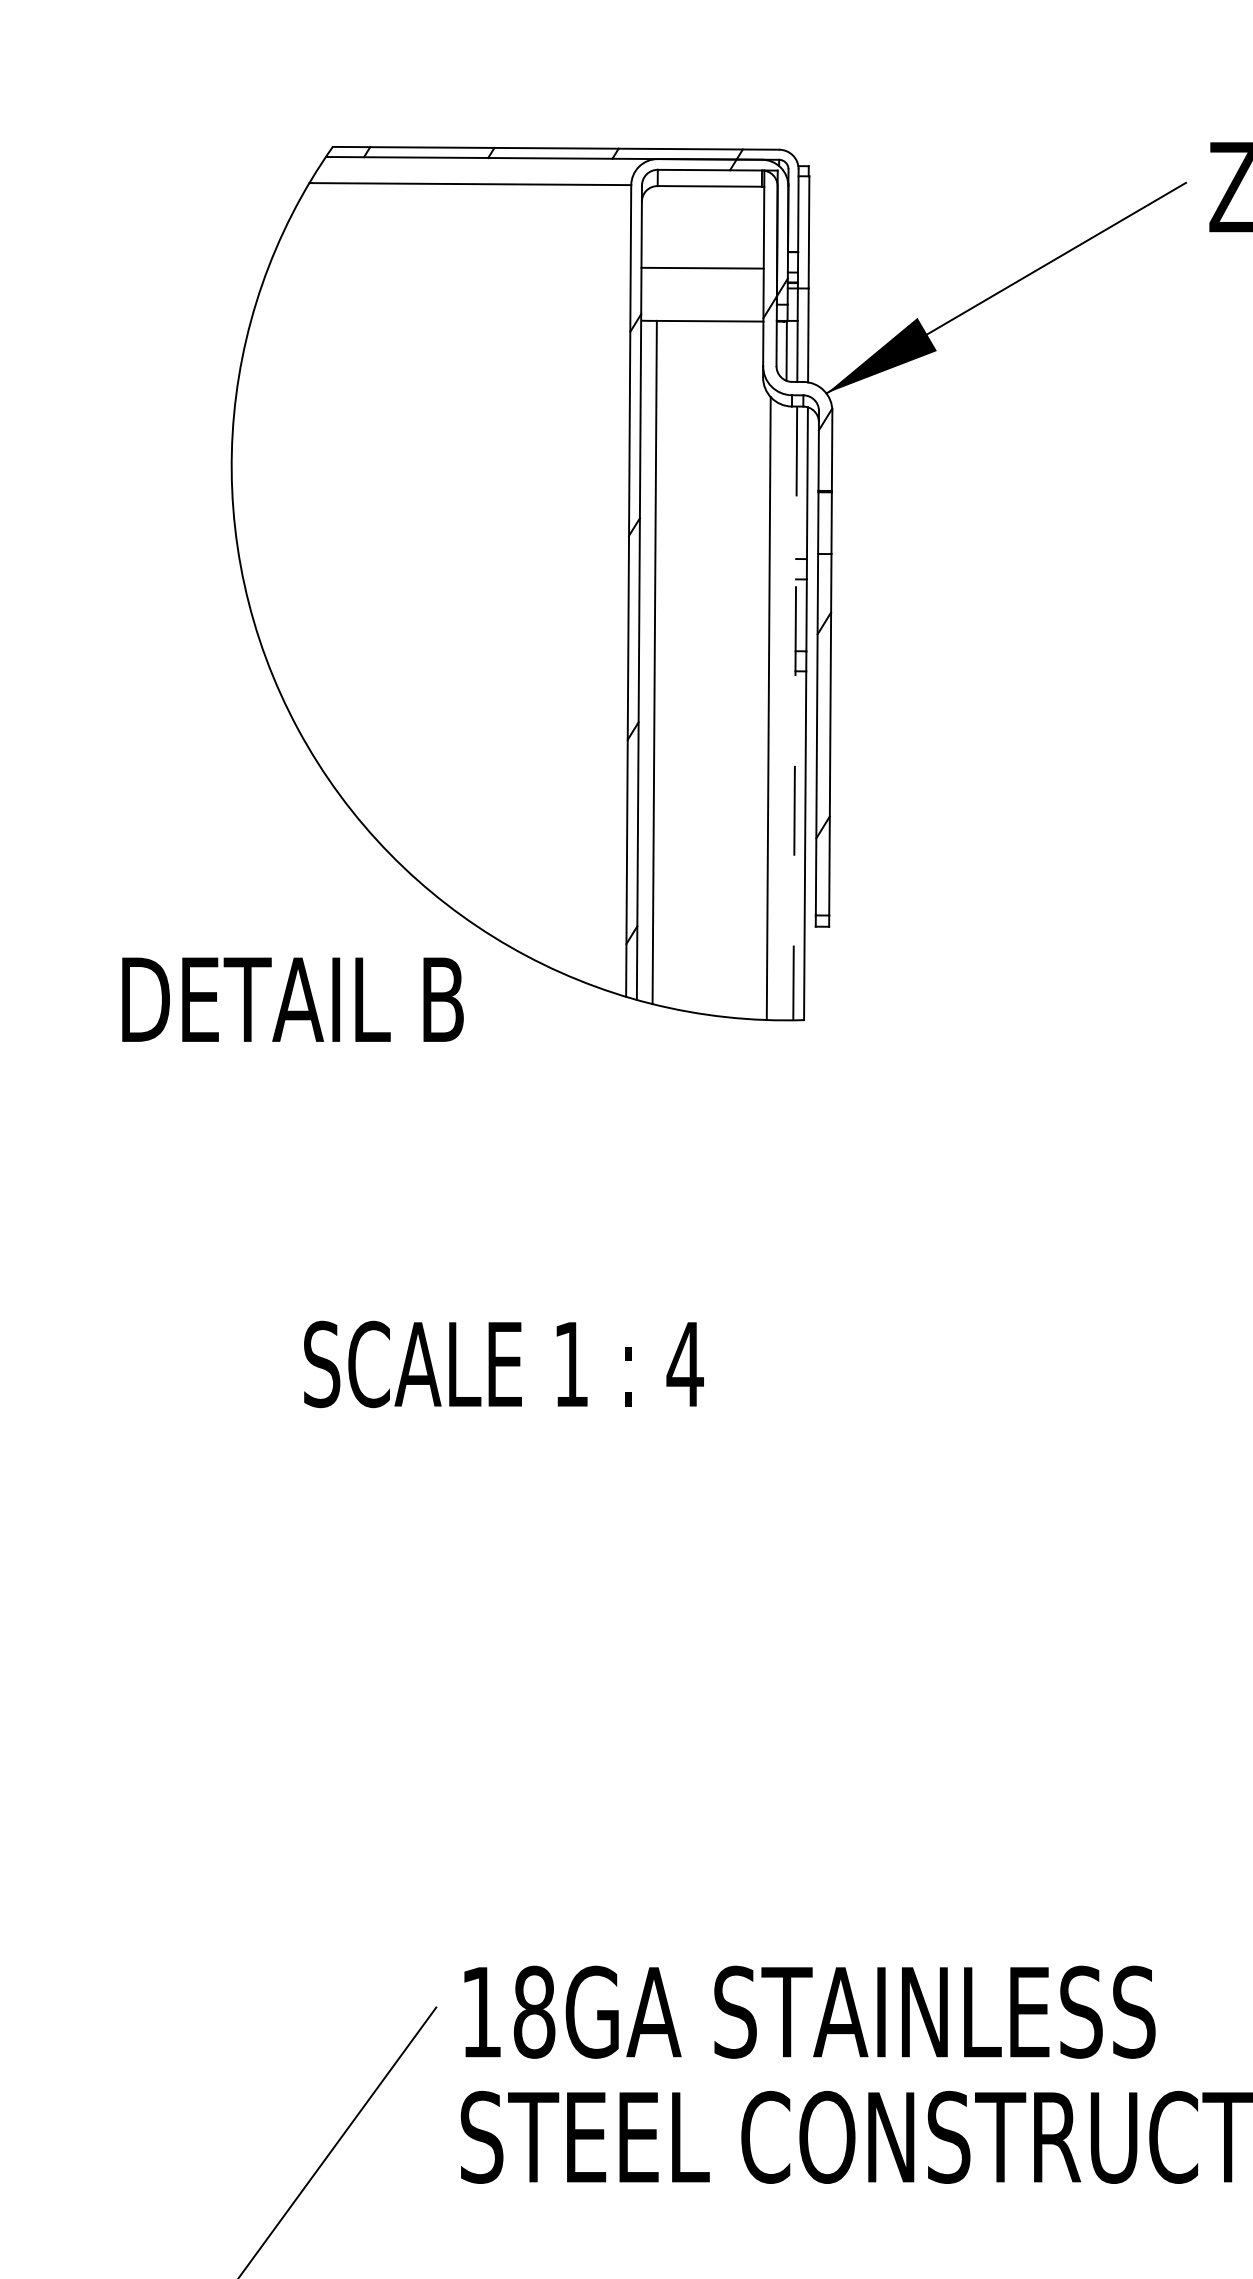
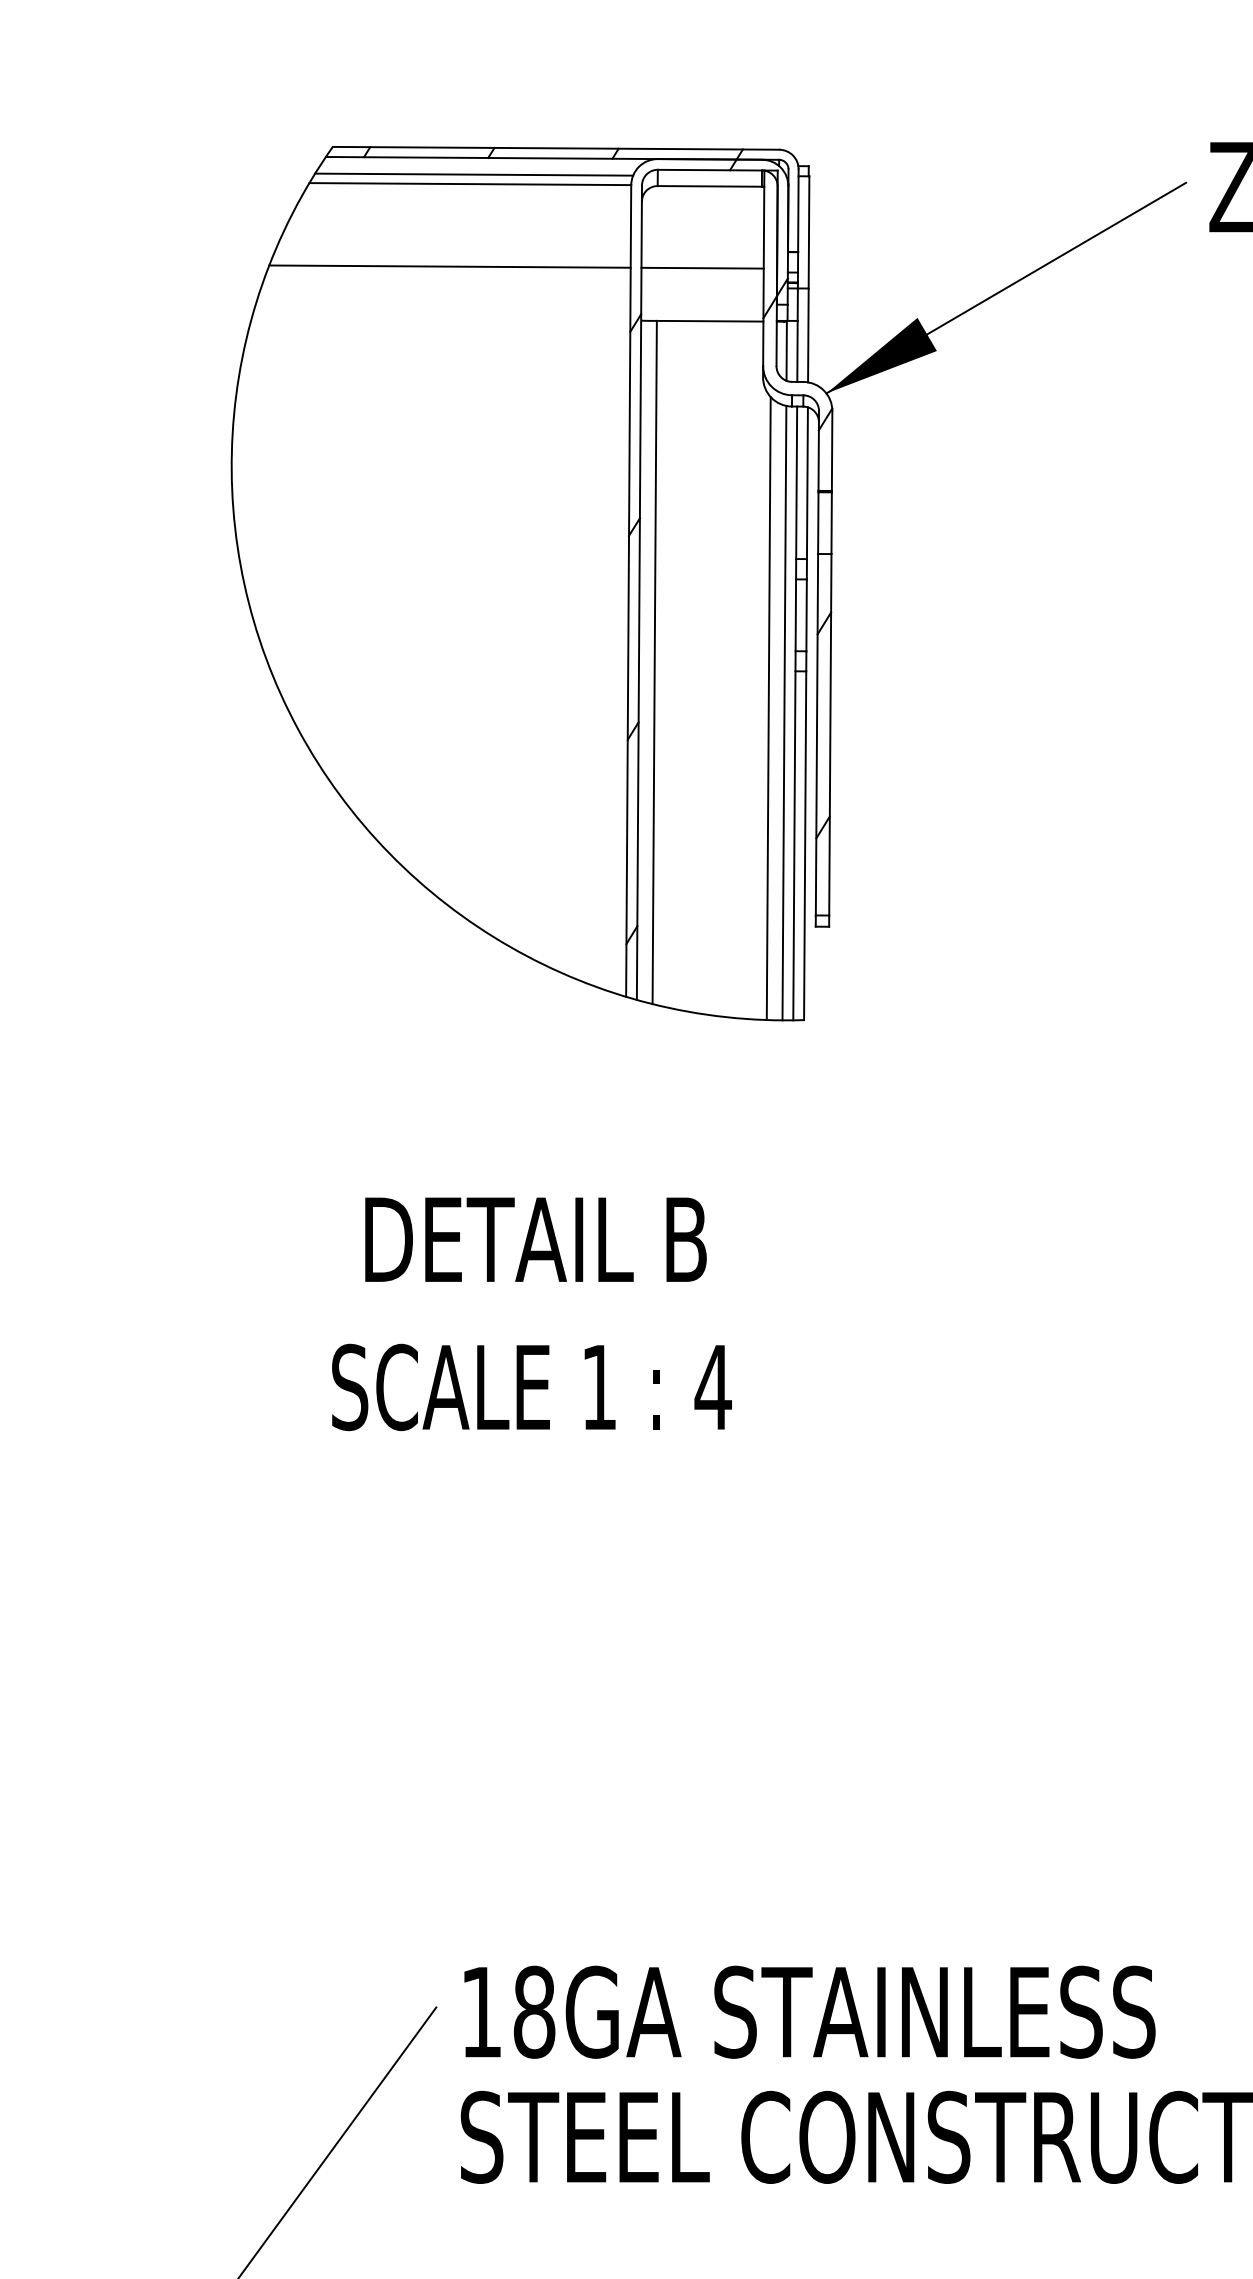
line at (474, 174): none -> present
line at (449, 266): none -> present
line at (784, 712): none -> present
line at (795, 713): dashed -> solid
text at (292, 999) position: (292, 999) -> (535, 1239)
text at (503, 1364) position: (503, 1364) -> (531, 1387)
